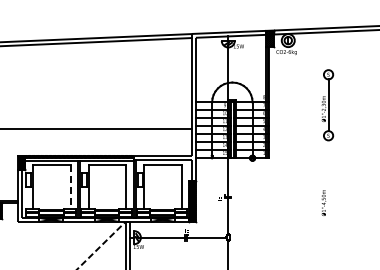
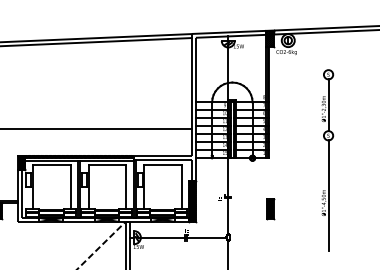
line at (70, 186): dashed -> solid
line at (328, 195): none -> present
part at (270, 209): none -> present
